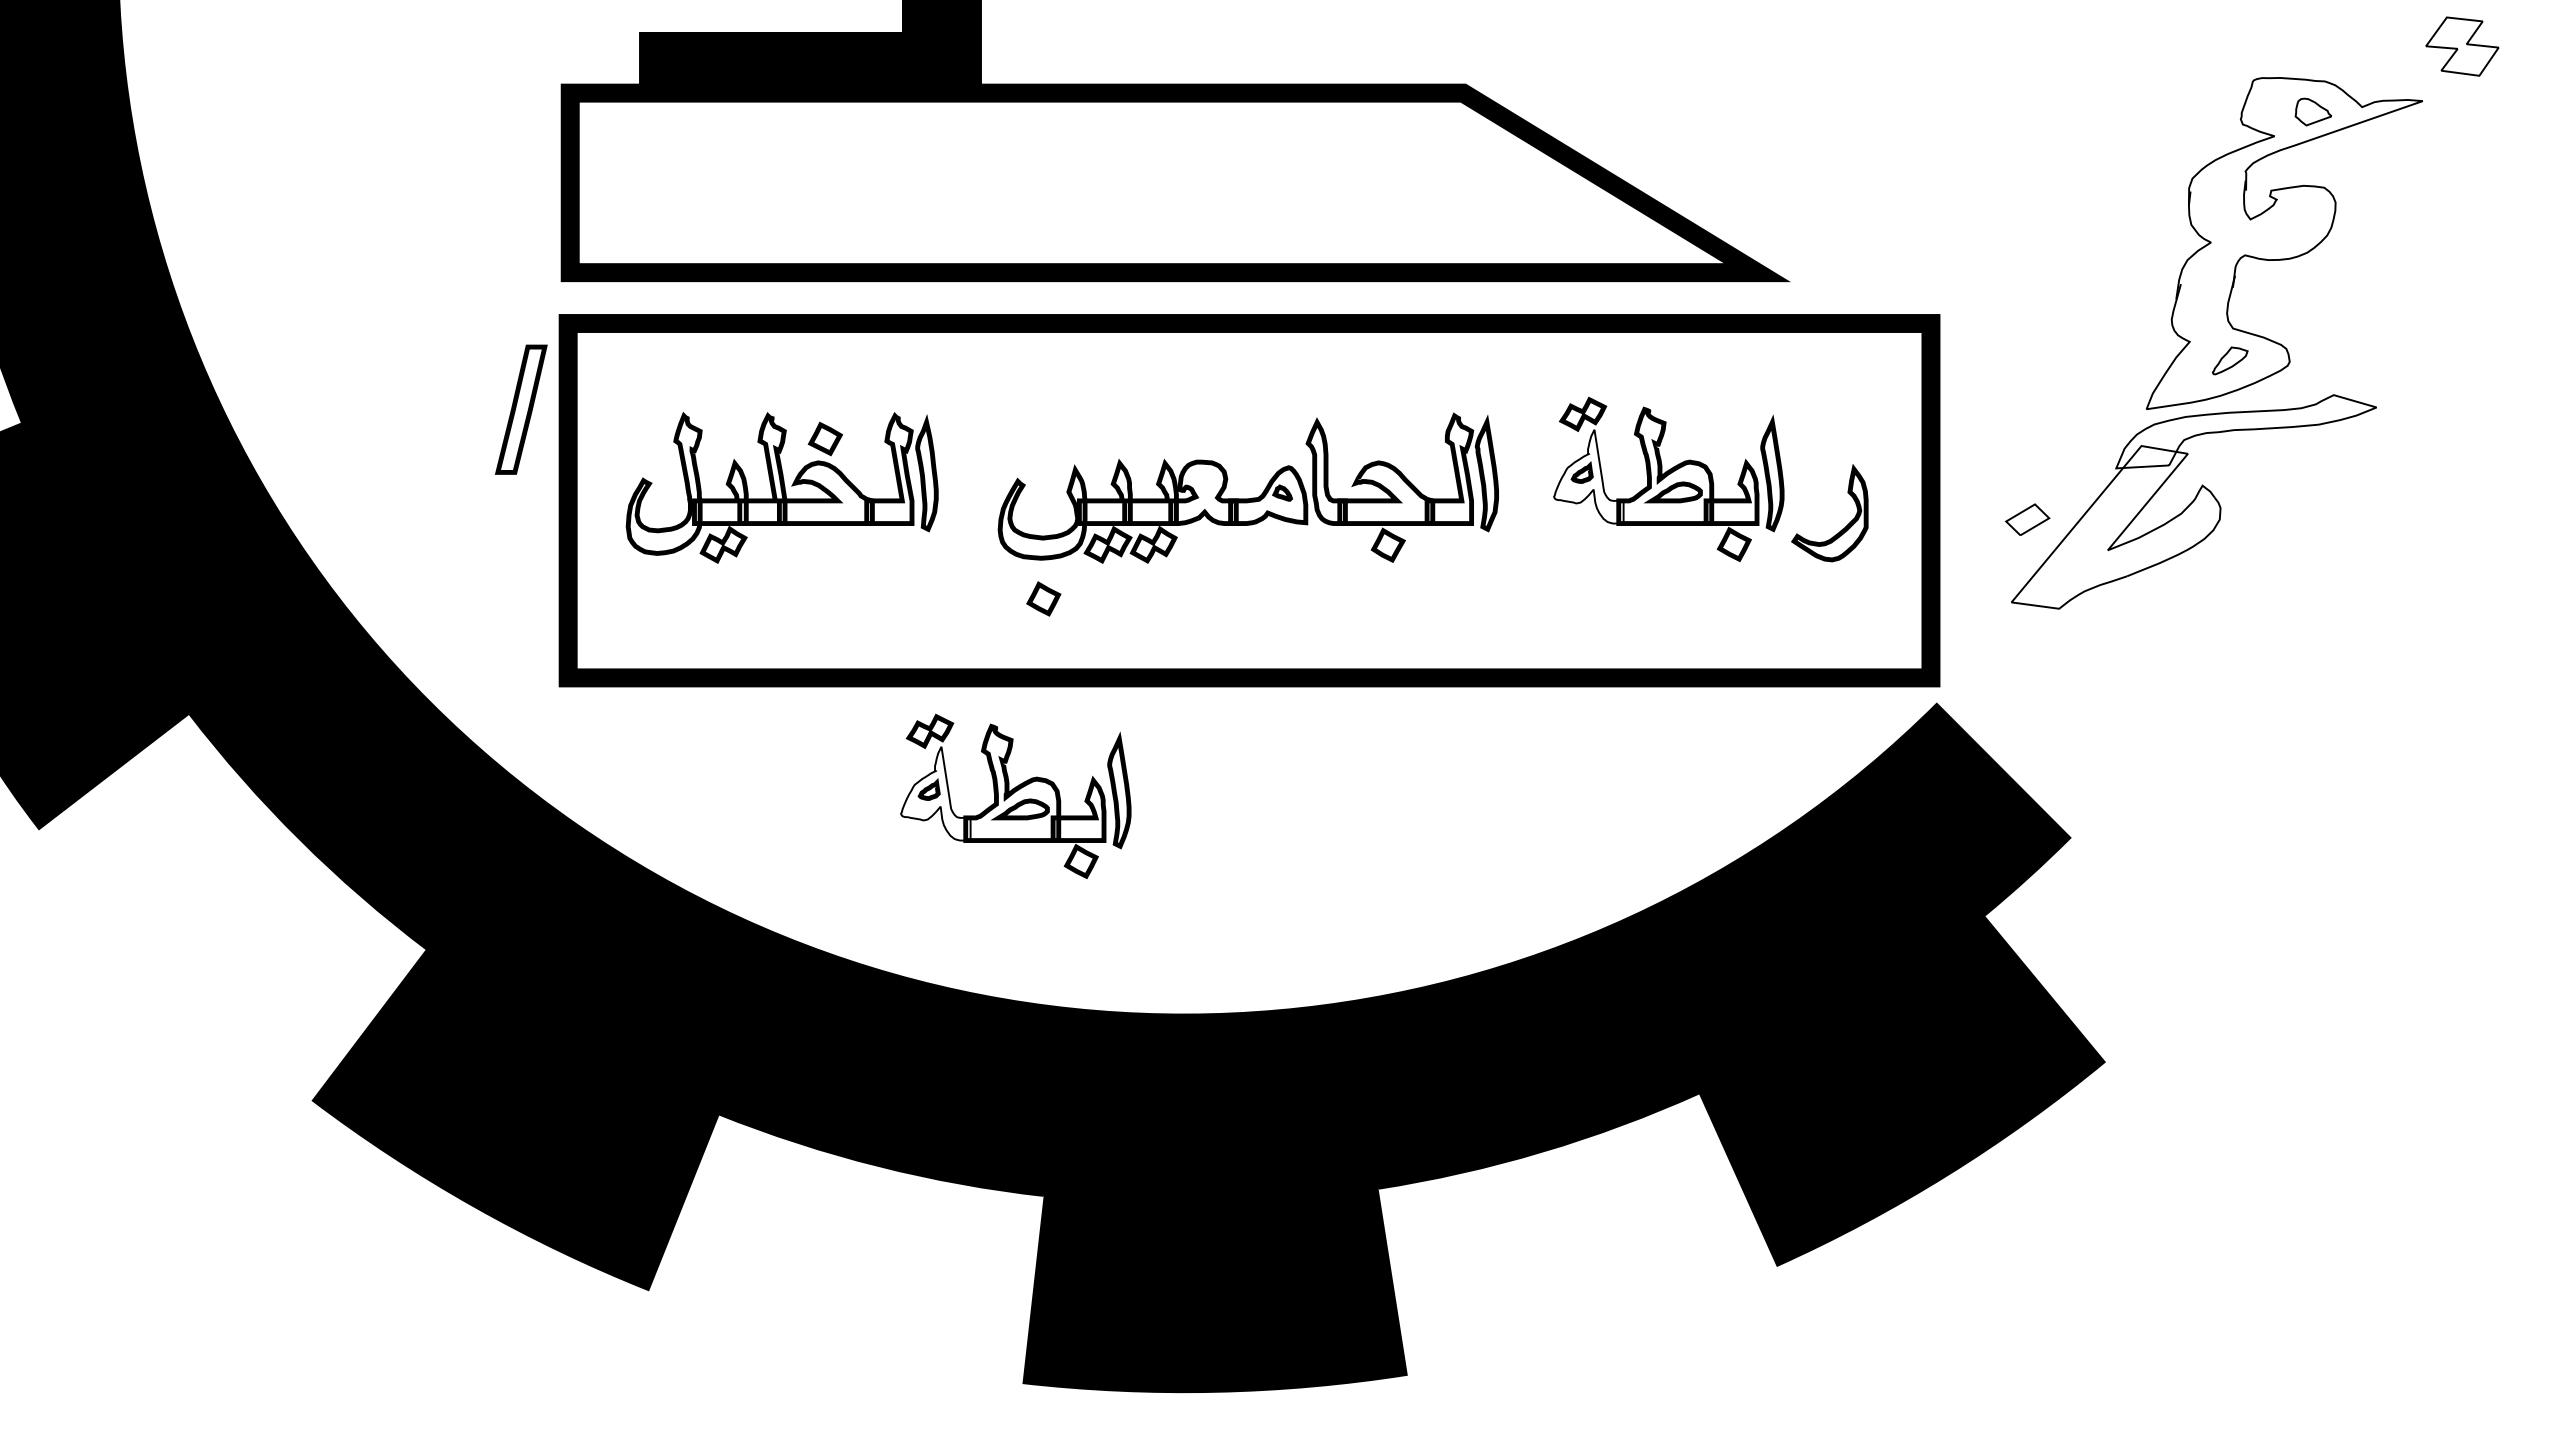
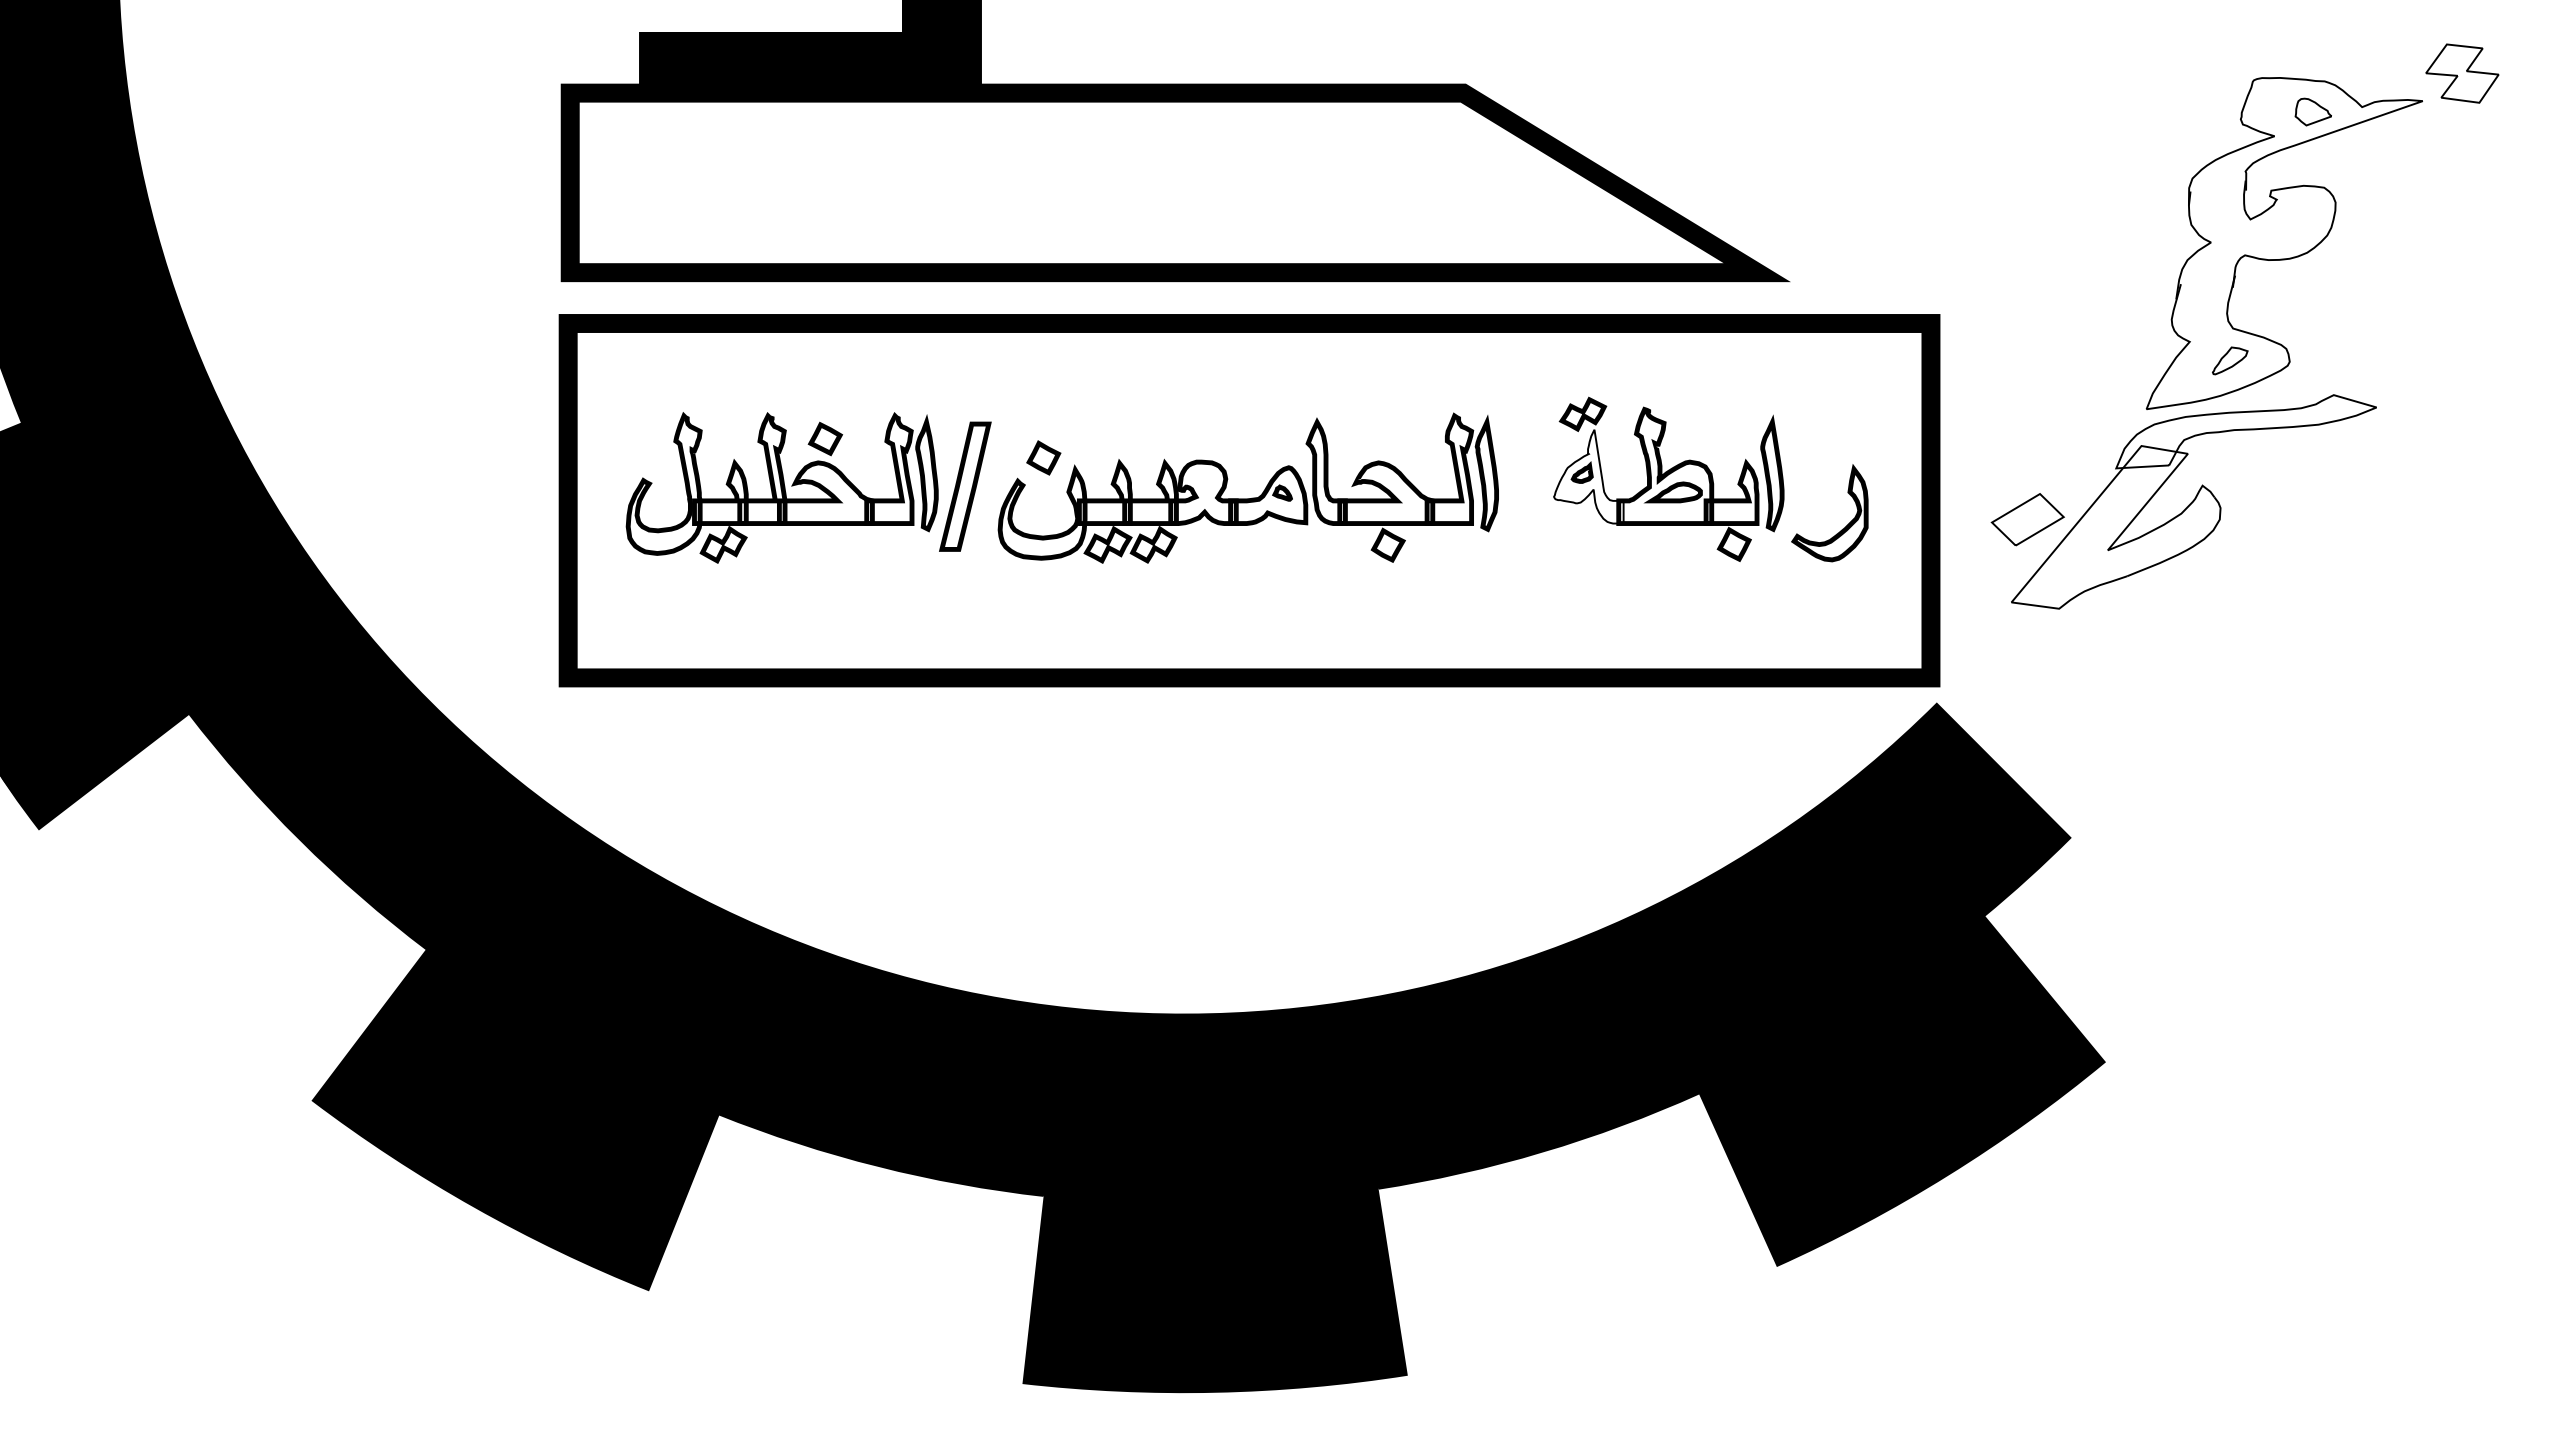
part at (2462, 46) position: (2462, 46) -> (2462, 73)
part at (521, 409) position: (521, 409) -> (965, 486)
part at (2027, 519) size: 46x33 px -> 75x54 px
part at (1043, 598) position: (1043, 598) -> (1043, 457)
part at (1015, 795): present -> none
